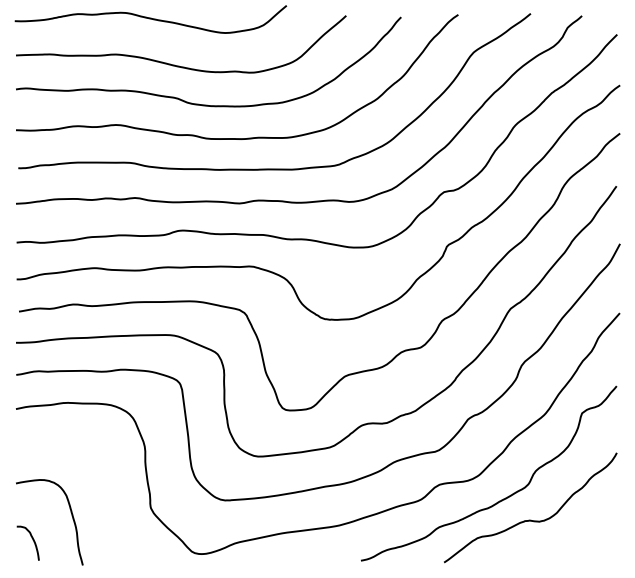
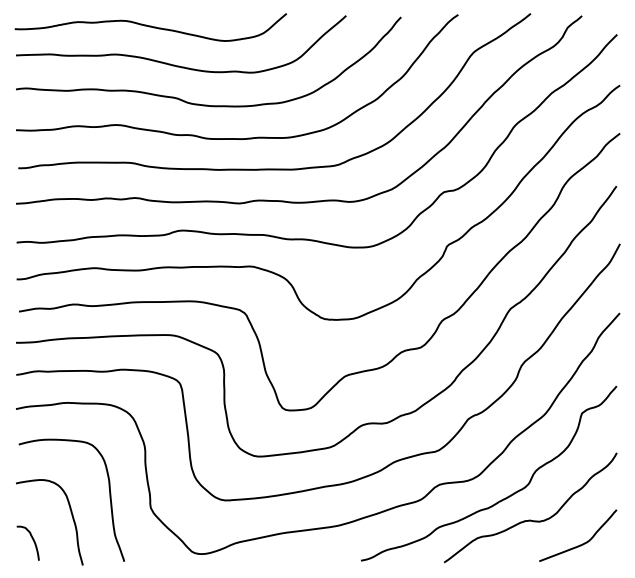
curve at (150, 19) position: (150, 19) -> (150, 27)
curve at (109, 499): none -> present
curve at (582, 543): none -> present
